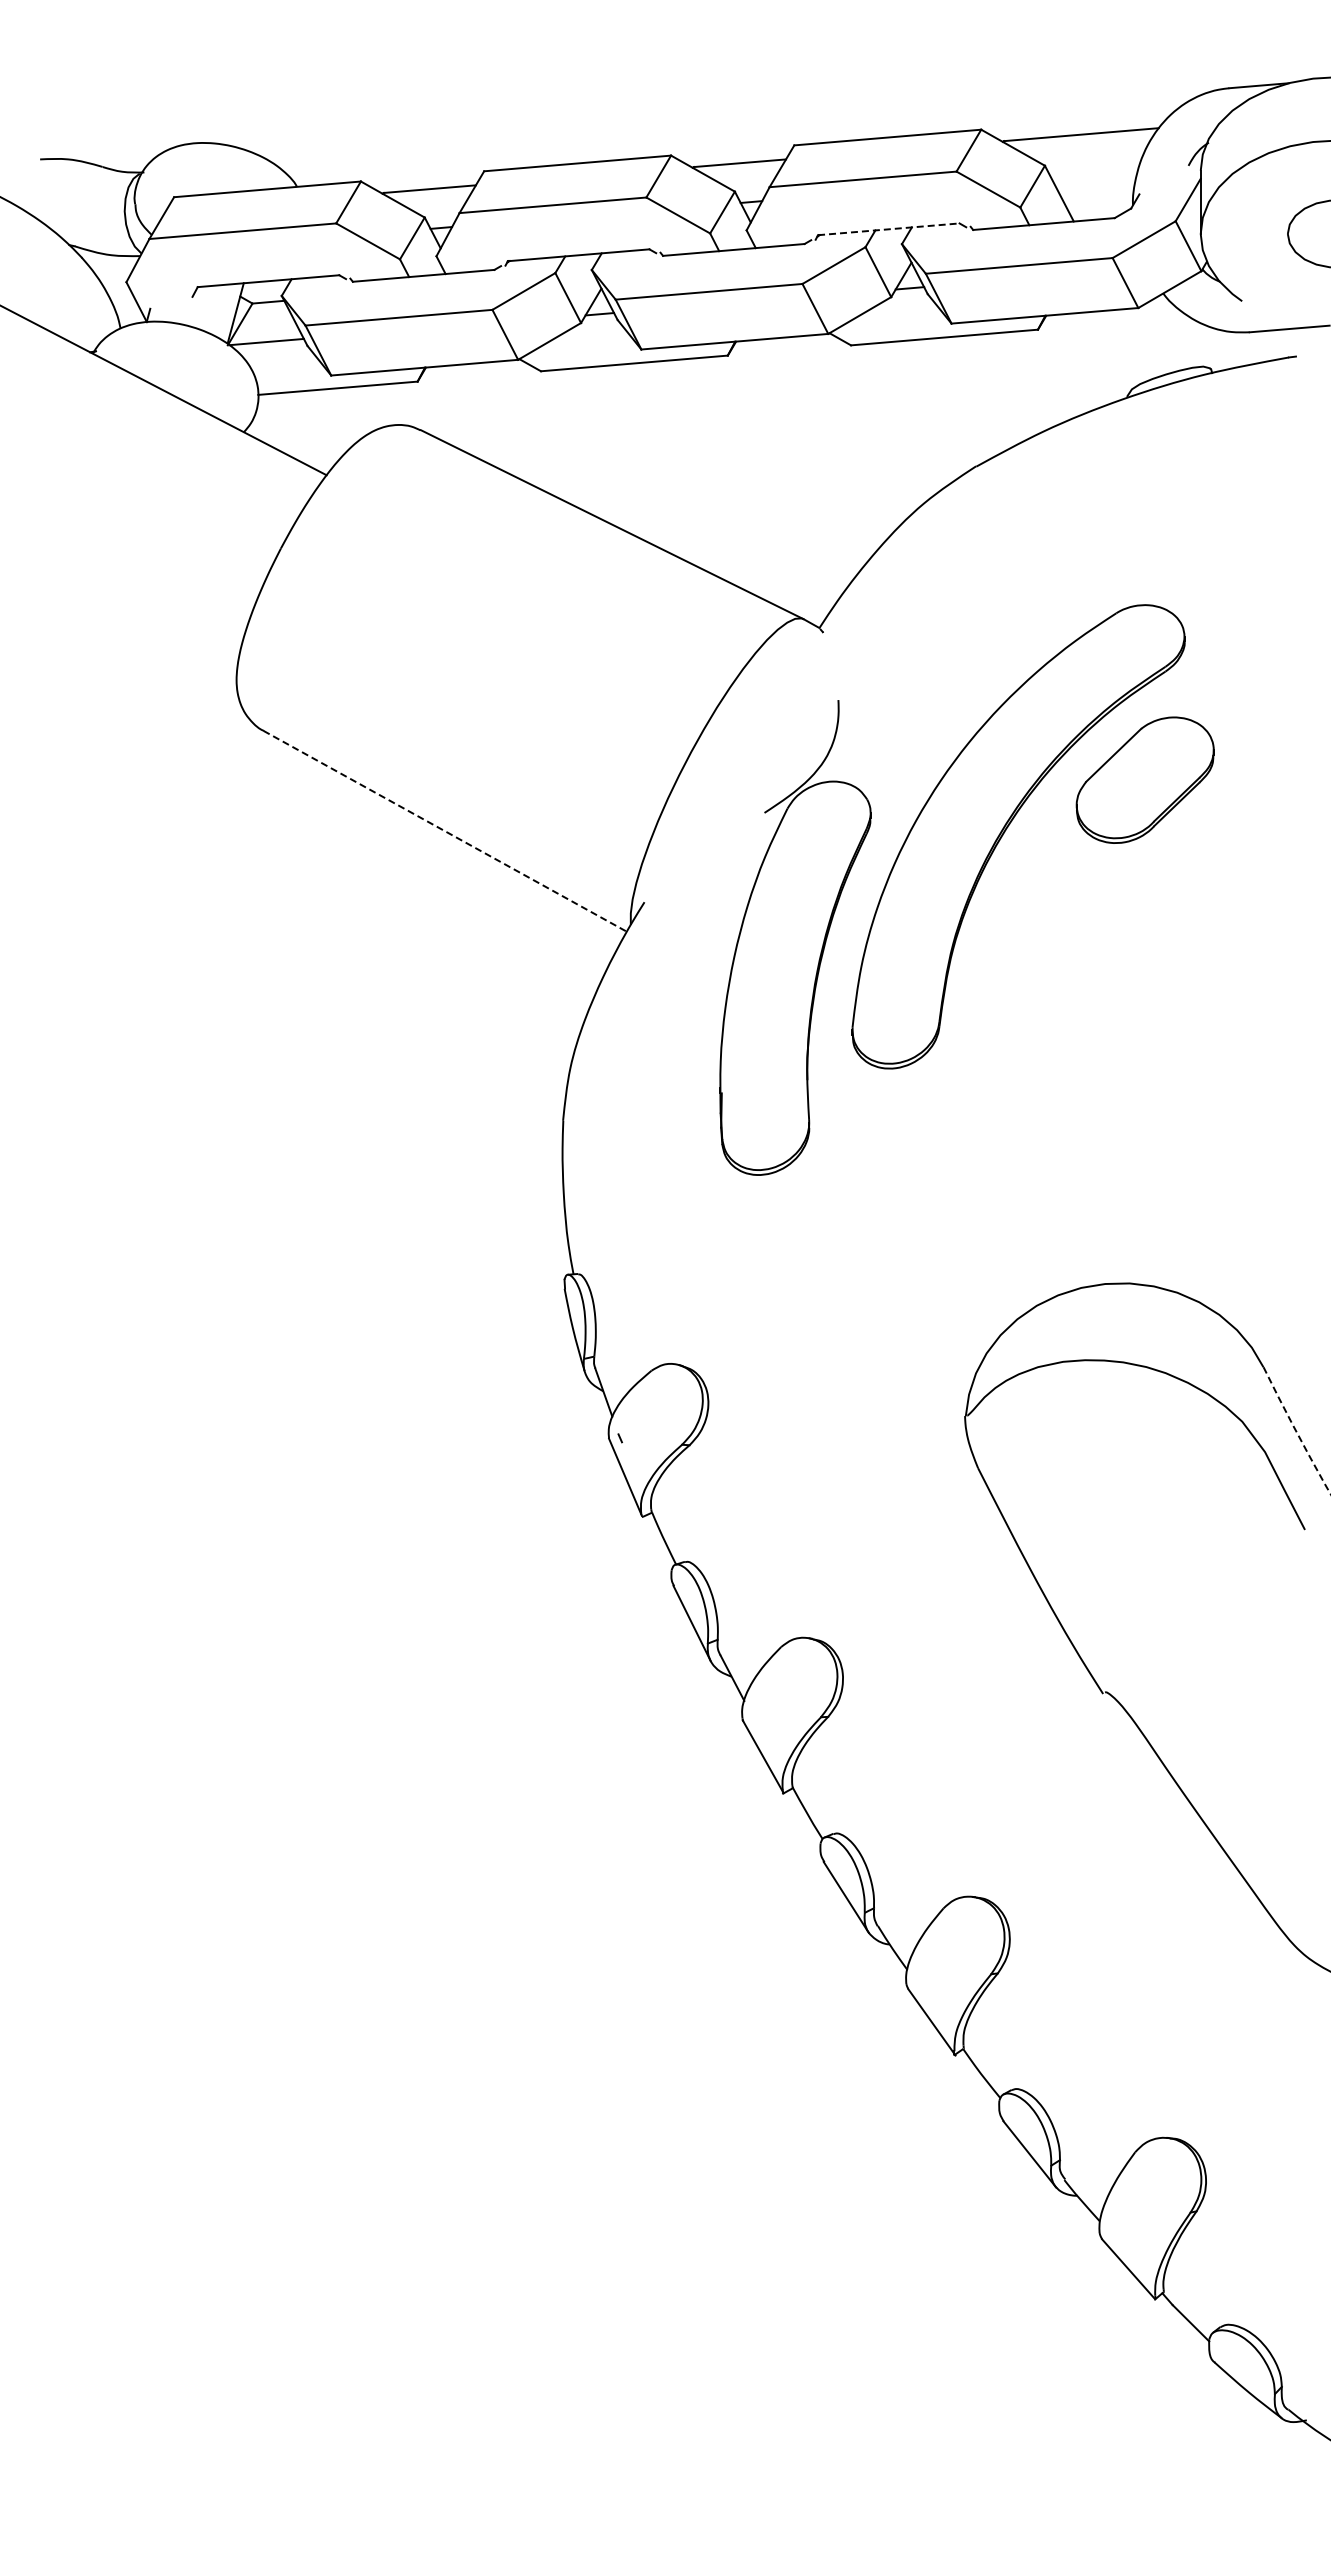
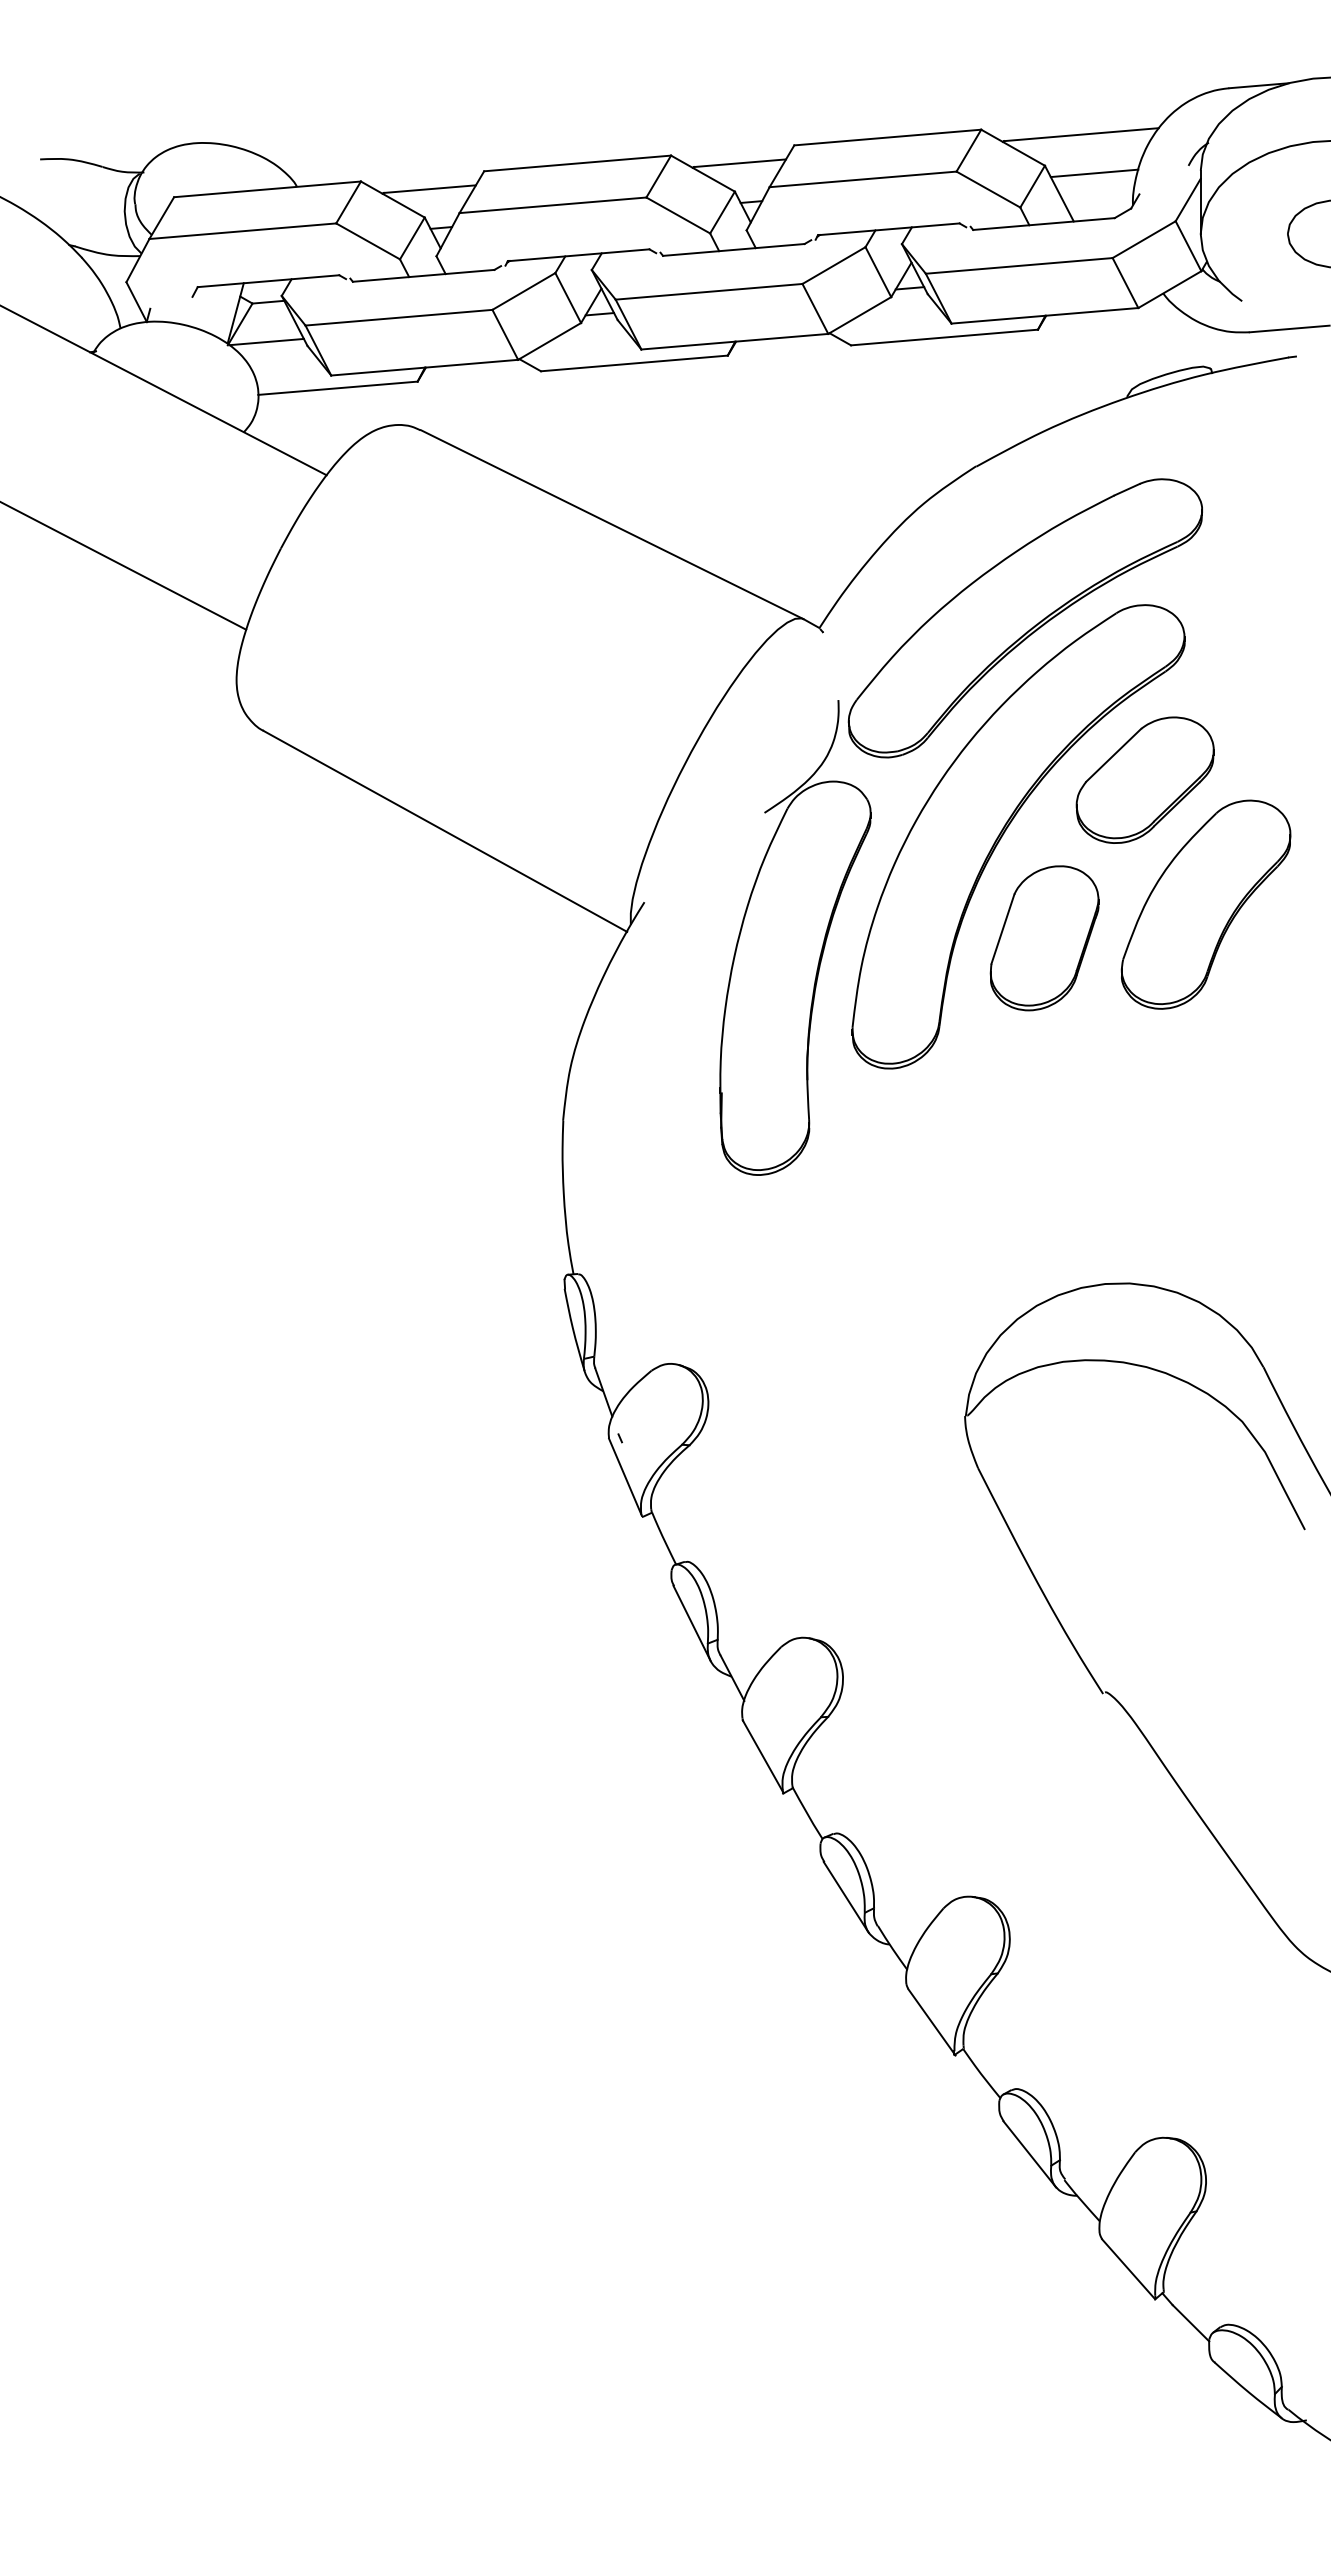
line at (1094, 173): none -> present
line at (889, 229): dashed -> solid
line at (124, 566): none -> present
part at (1024, 618): none -> present
line at (445, 831): dashed -> solid
part at (1205, 904): none -> present
part at (1044, 938): none -> present
arc at (1296, 1431): dashed -> solid
